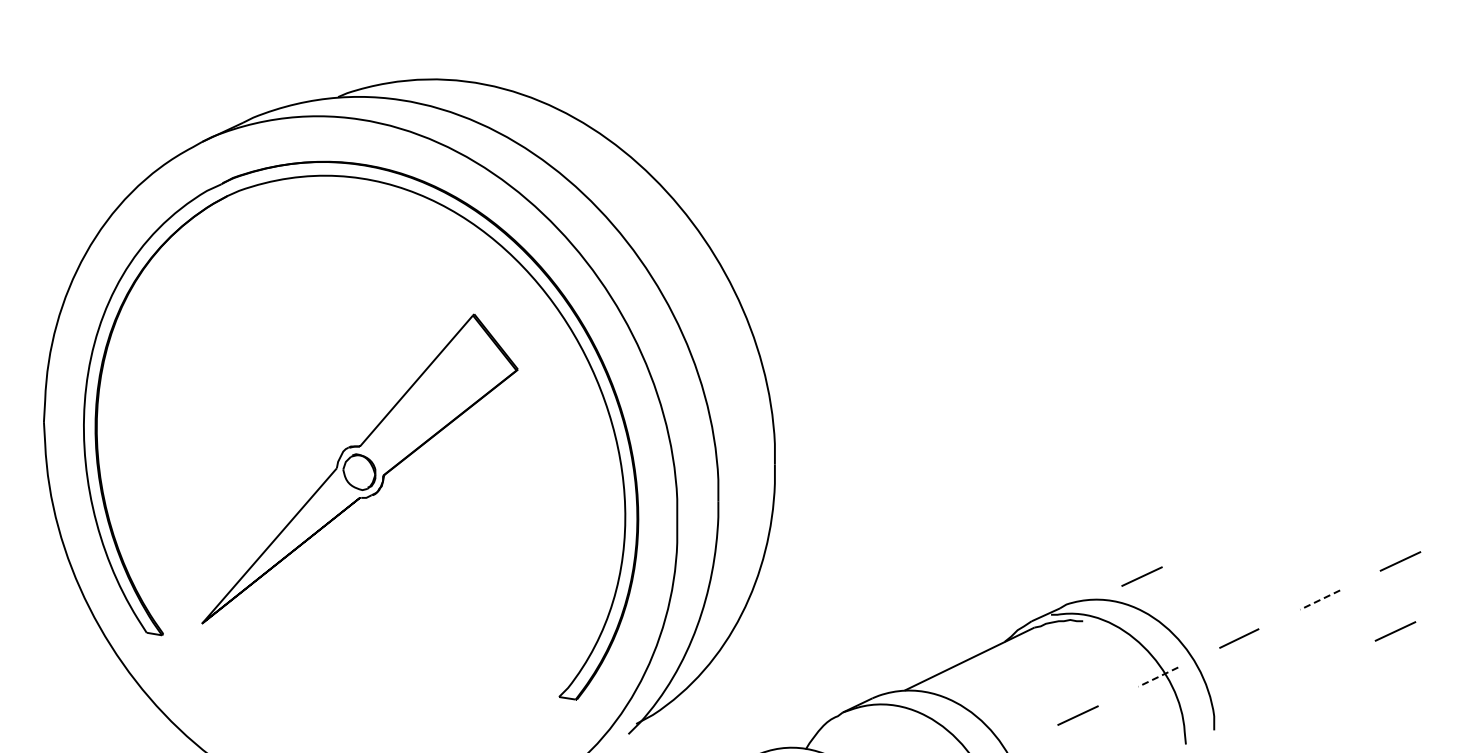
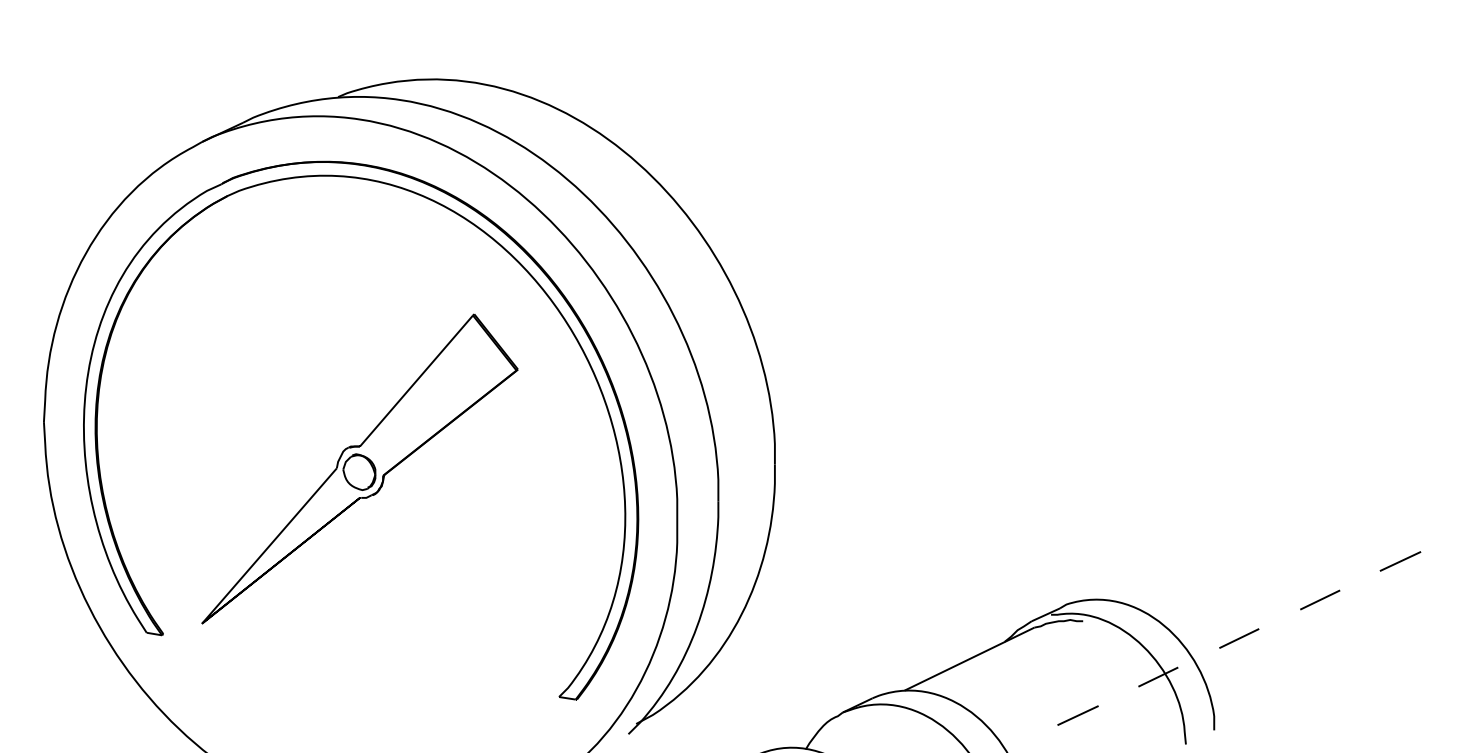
line at (1141, 576): present -> none
line at (1319, 600): dashed -> solid
line at (1395, 631): present -> none
line at (1157, 677): dashed -> solid
